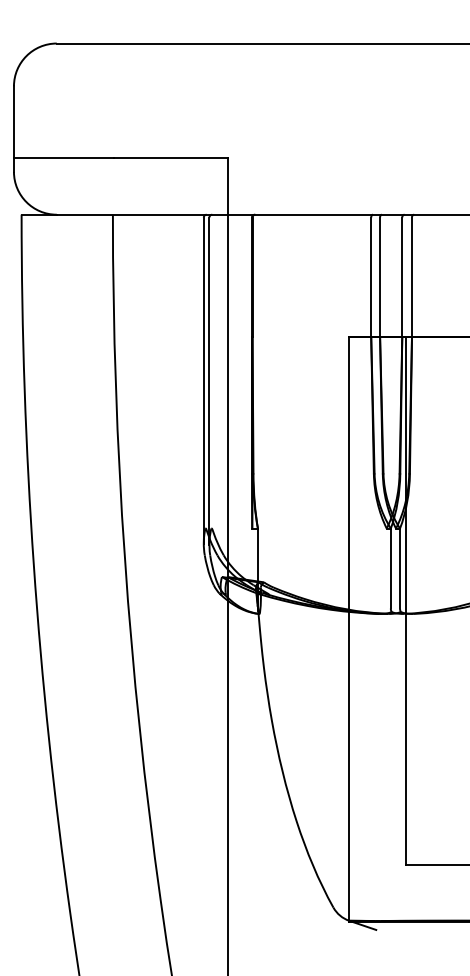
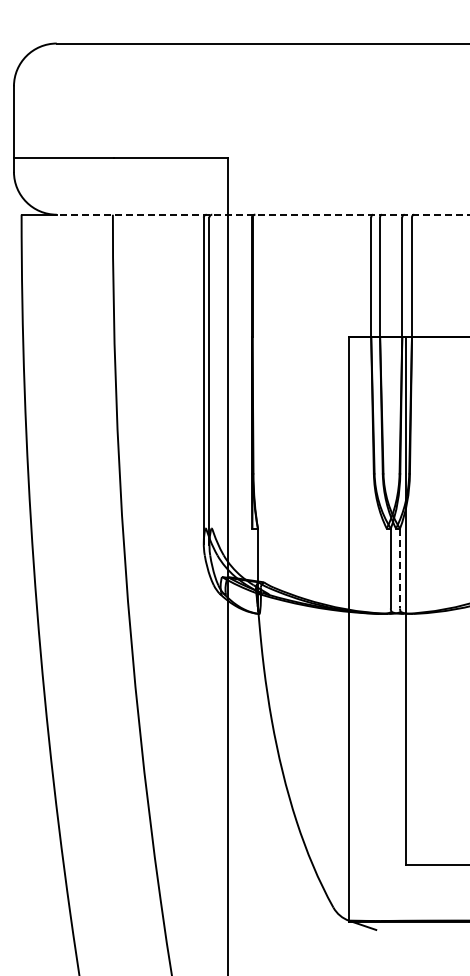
line at (262, 214): solid -> dashed
line at (400, 568): solid -> dashed
